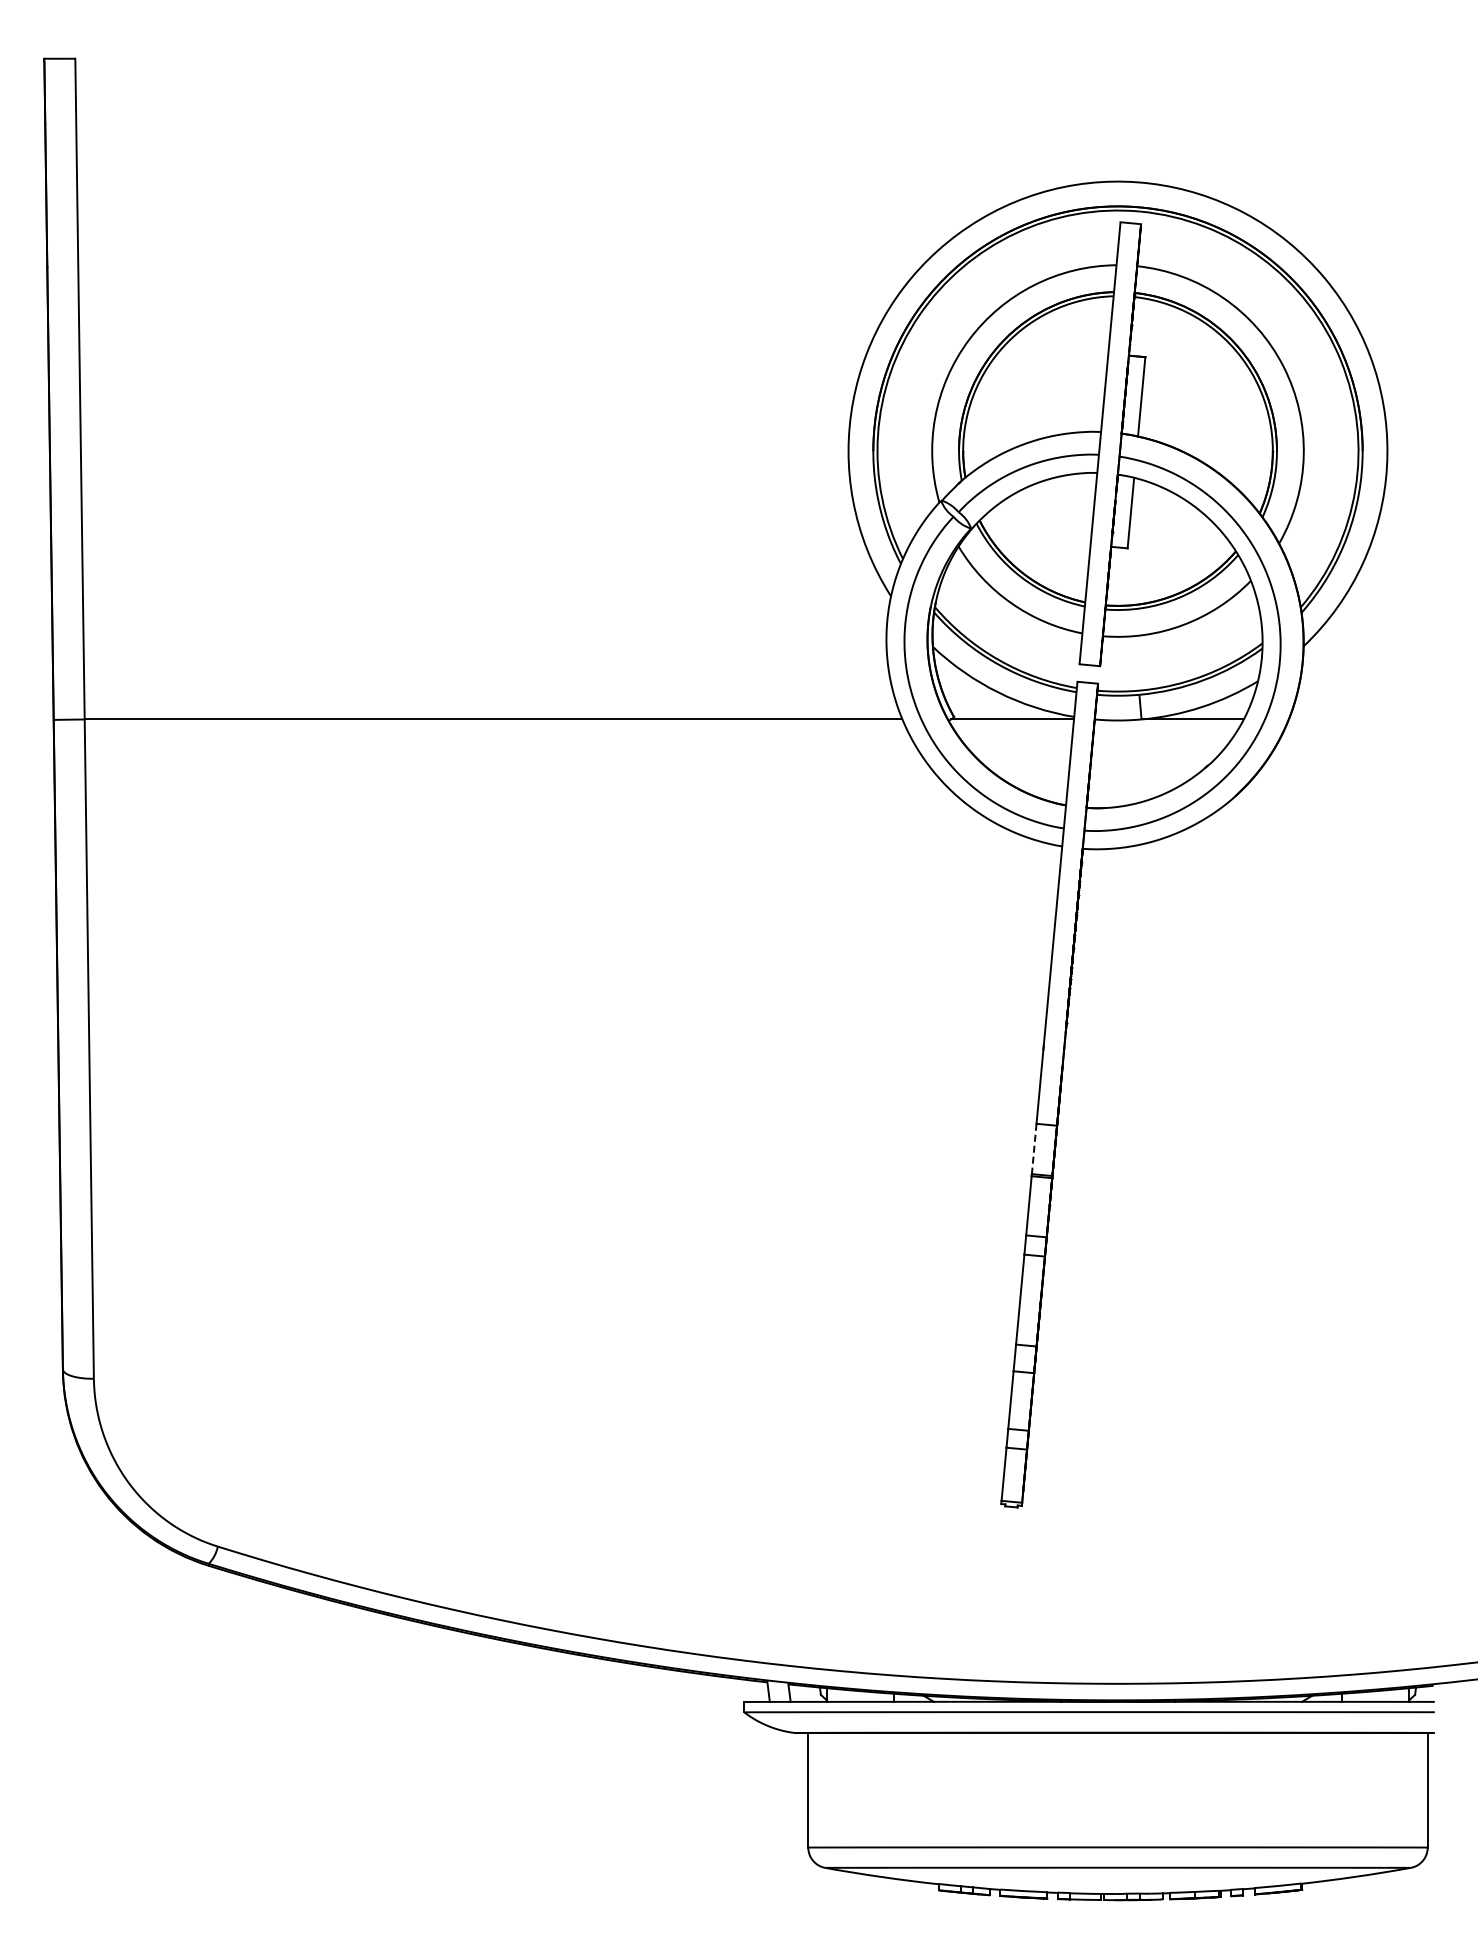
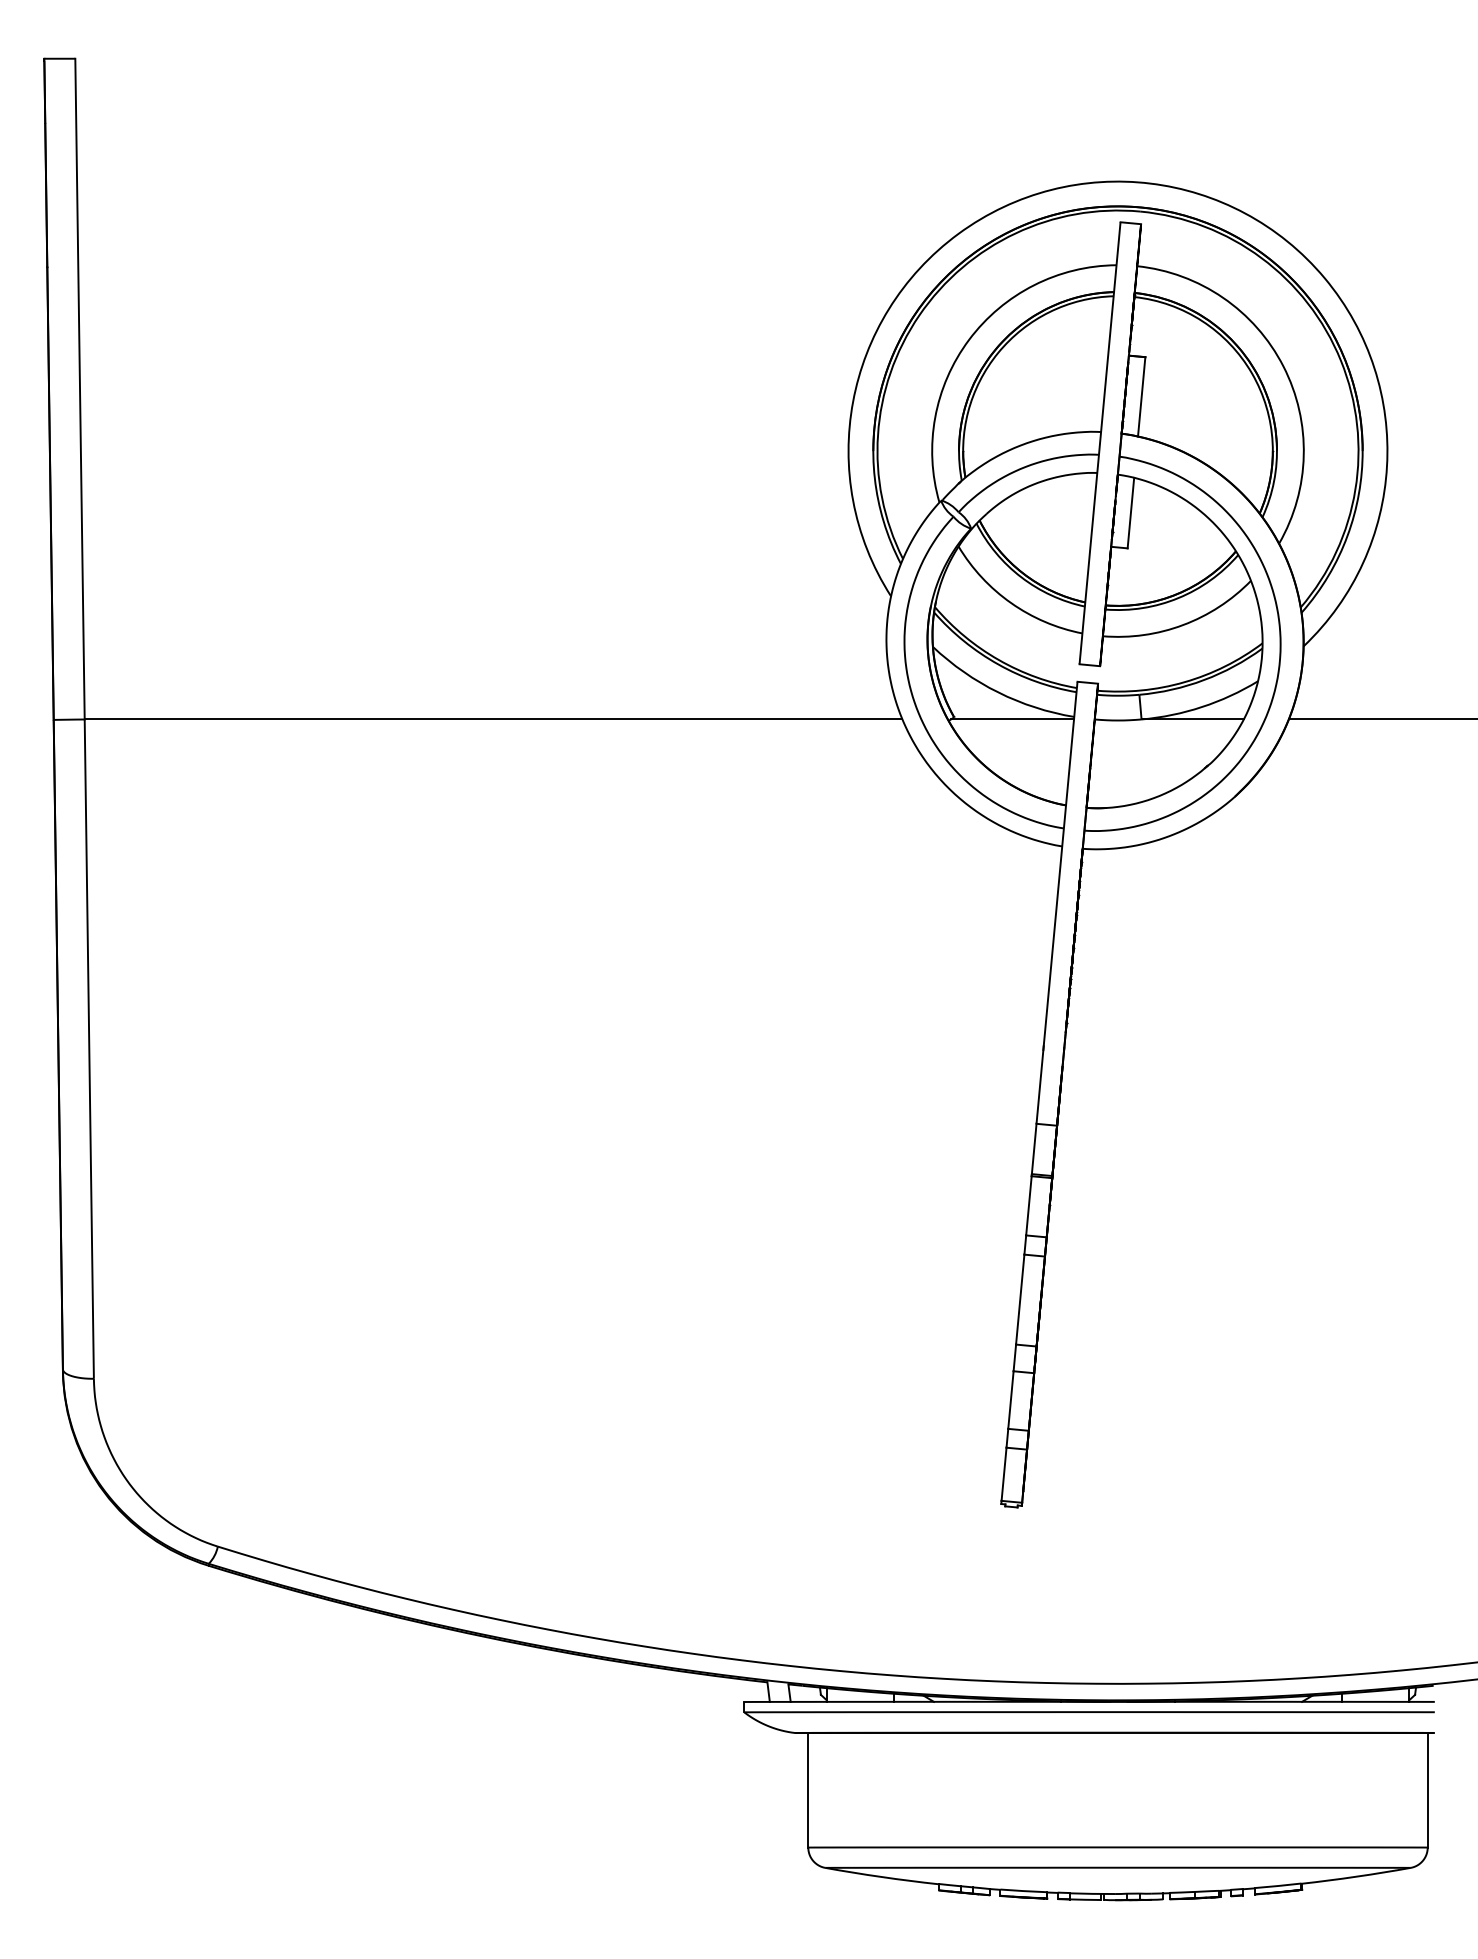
line at (1381, 719): none -> present
line at (1034, 1149): dashed -> solid
